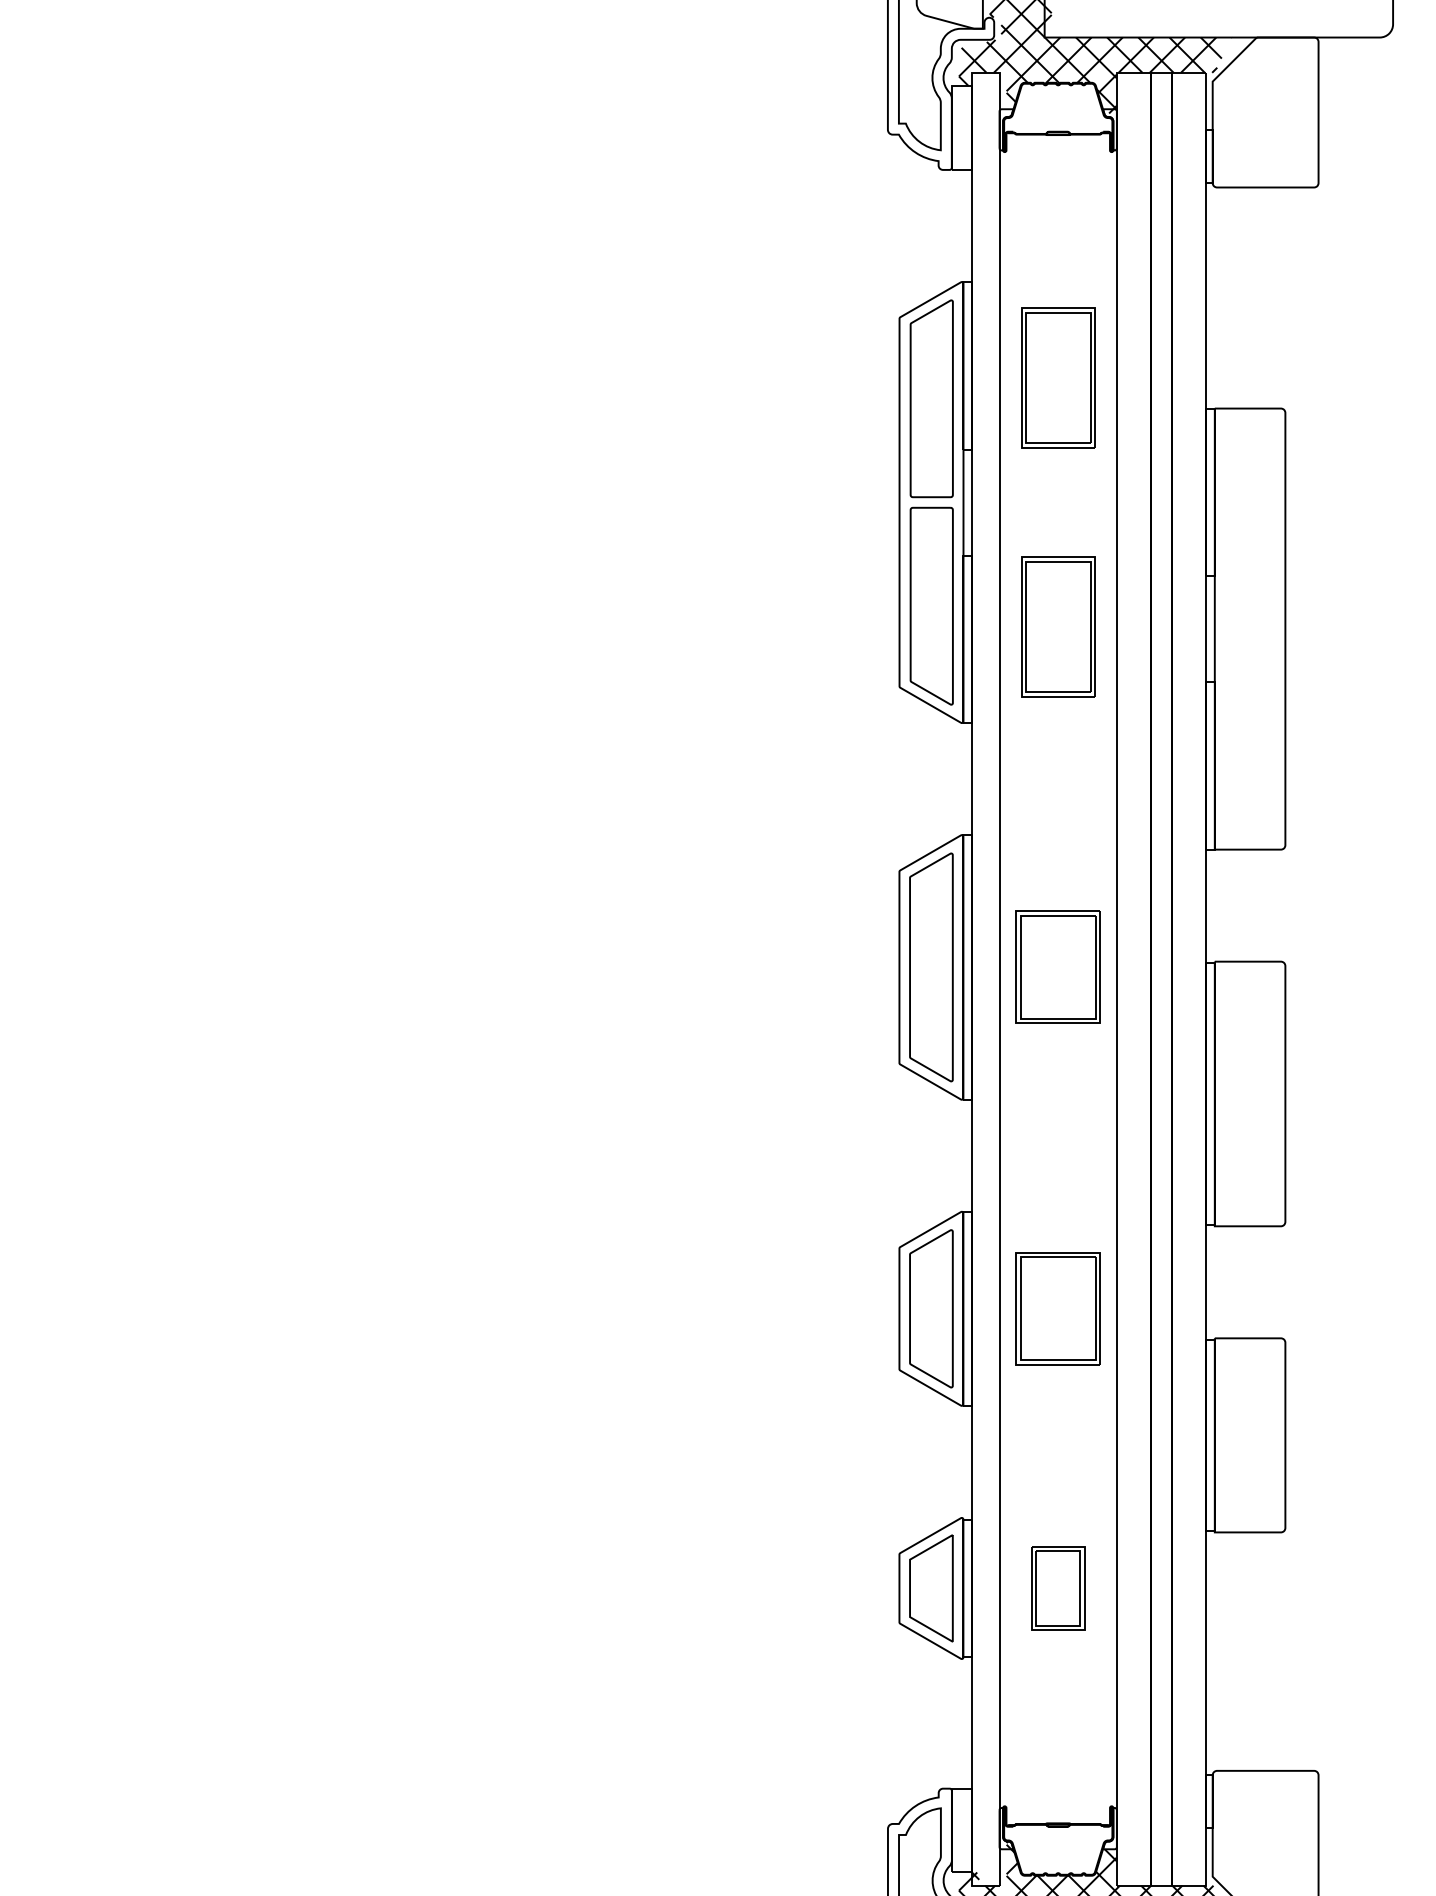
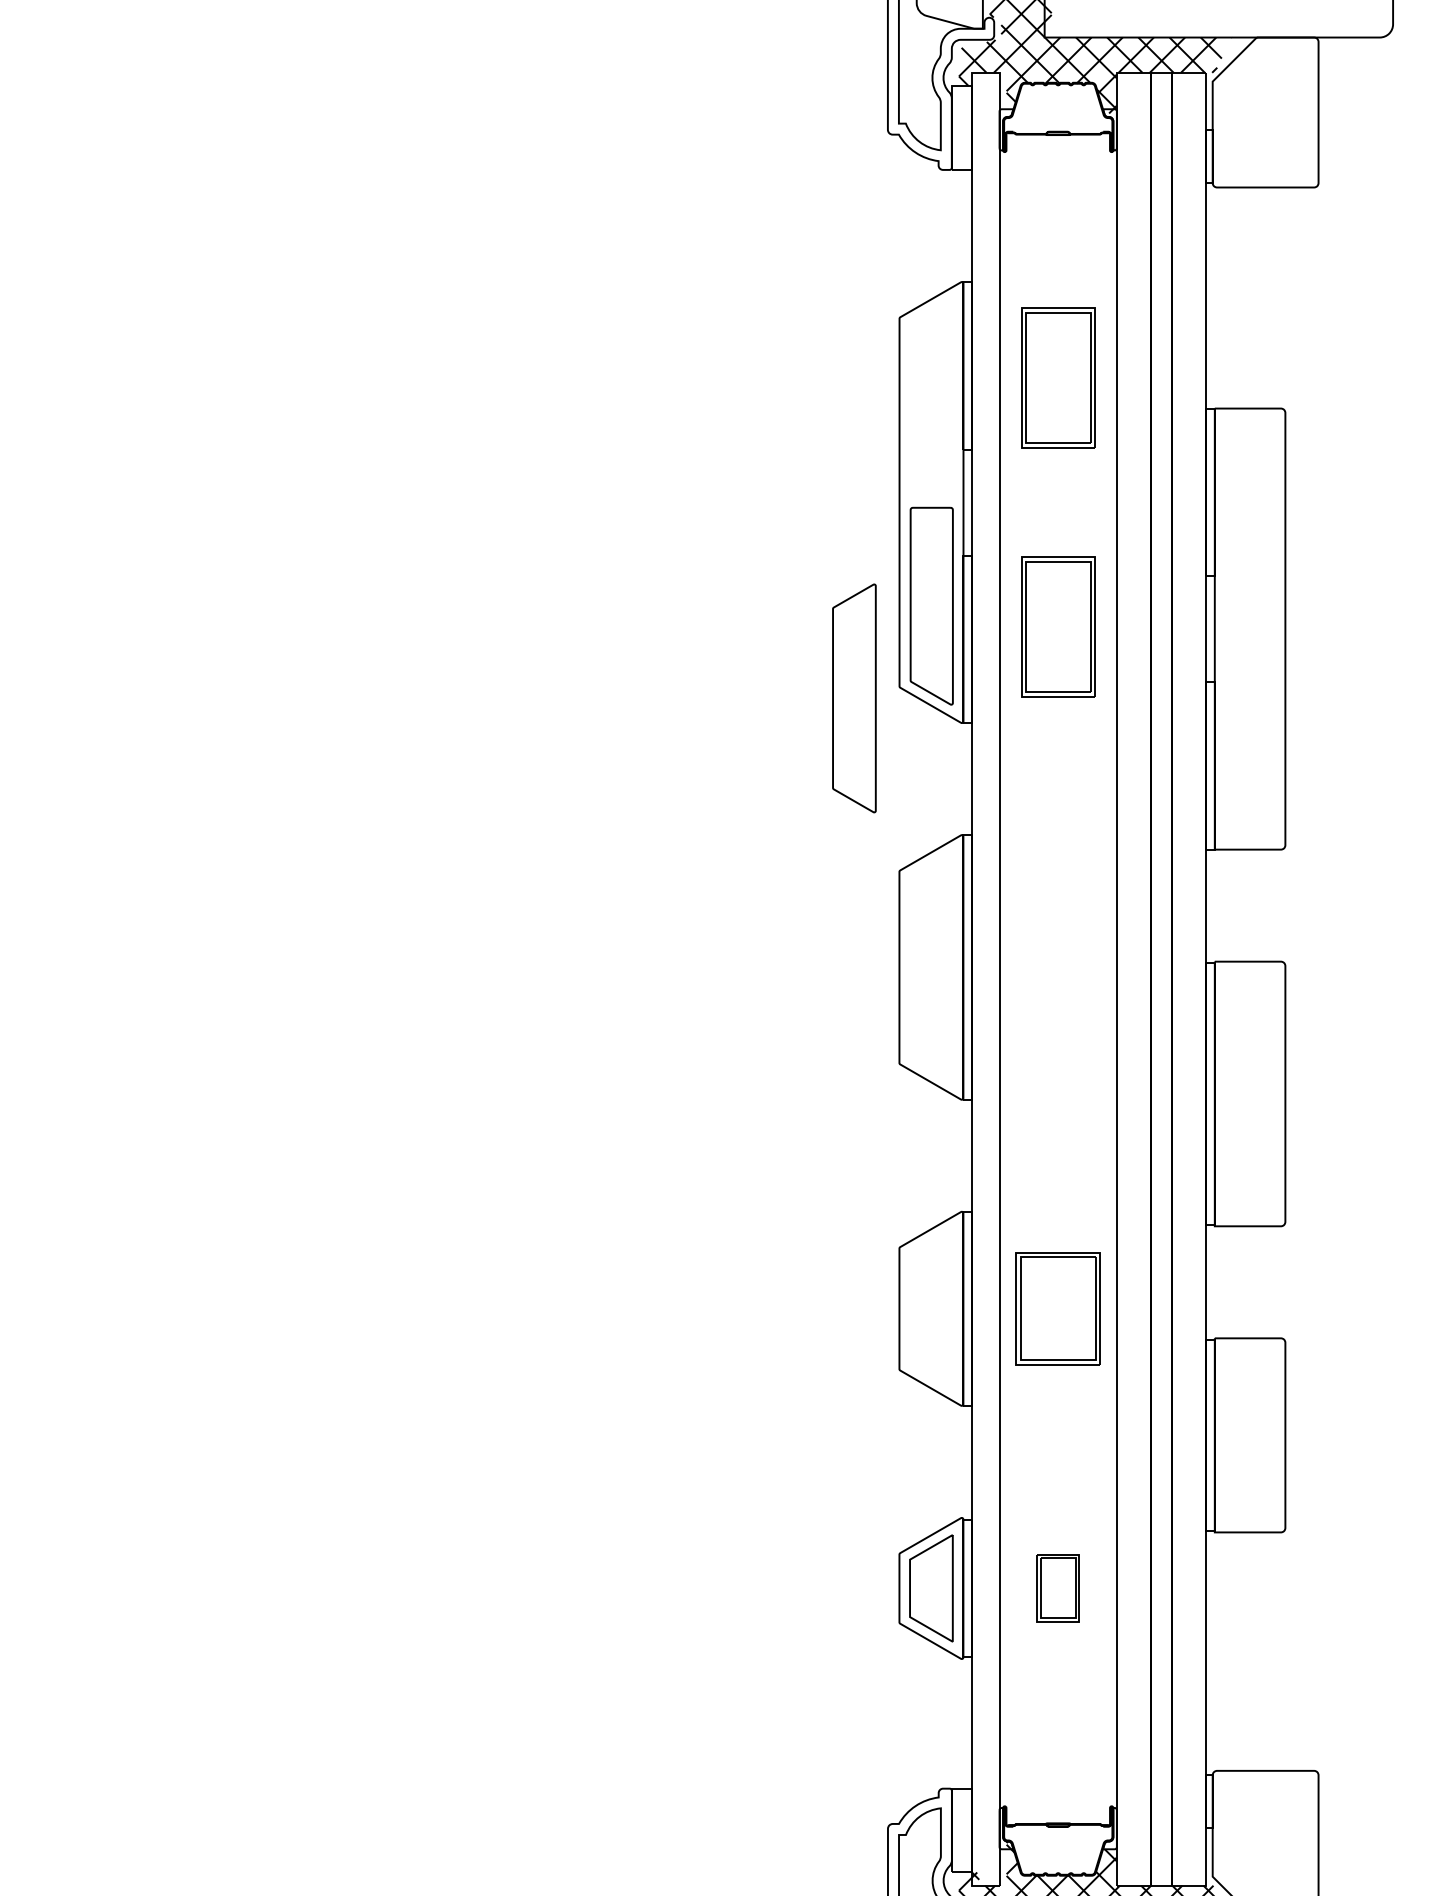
part at (931, 398): present -> none
part at (1057, 966): present -> none
part at (931, 967) position: (931, 967) -> (854, 698)
part at (931, 1308): present -> none
part at (1058, 1588) size: 55x85 px -> 44x69 px
